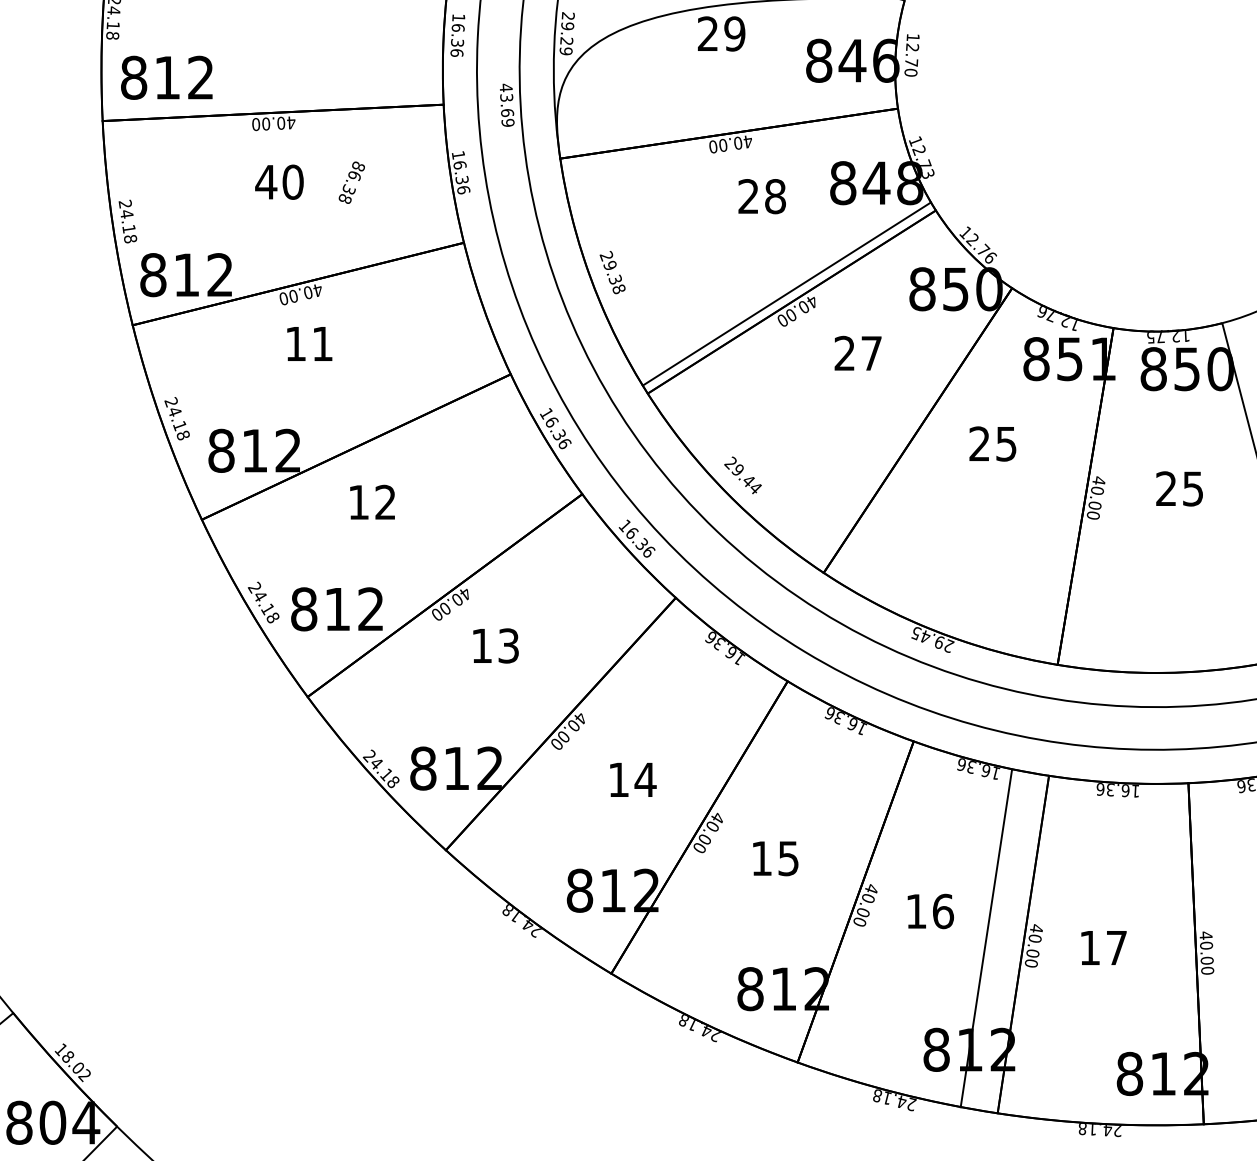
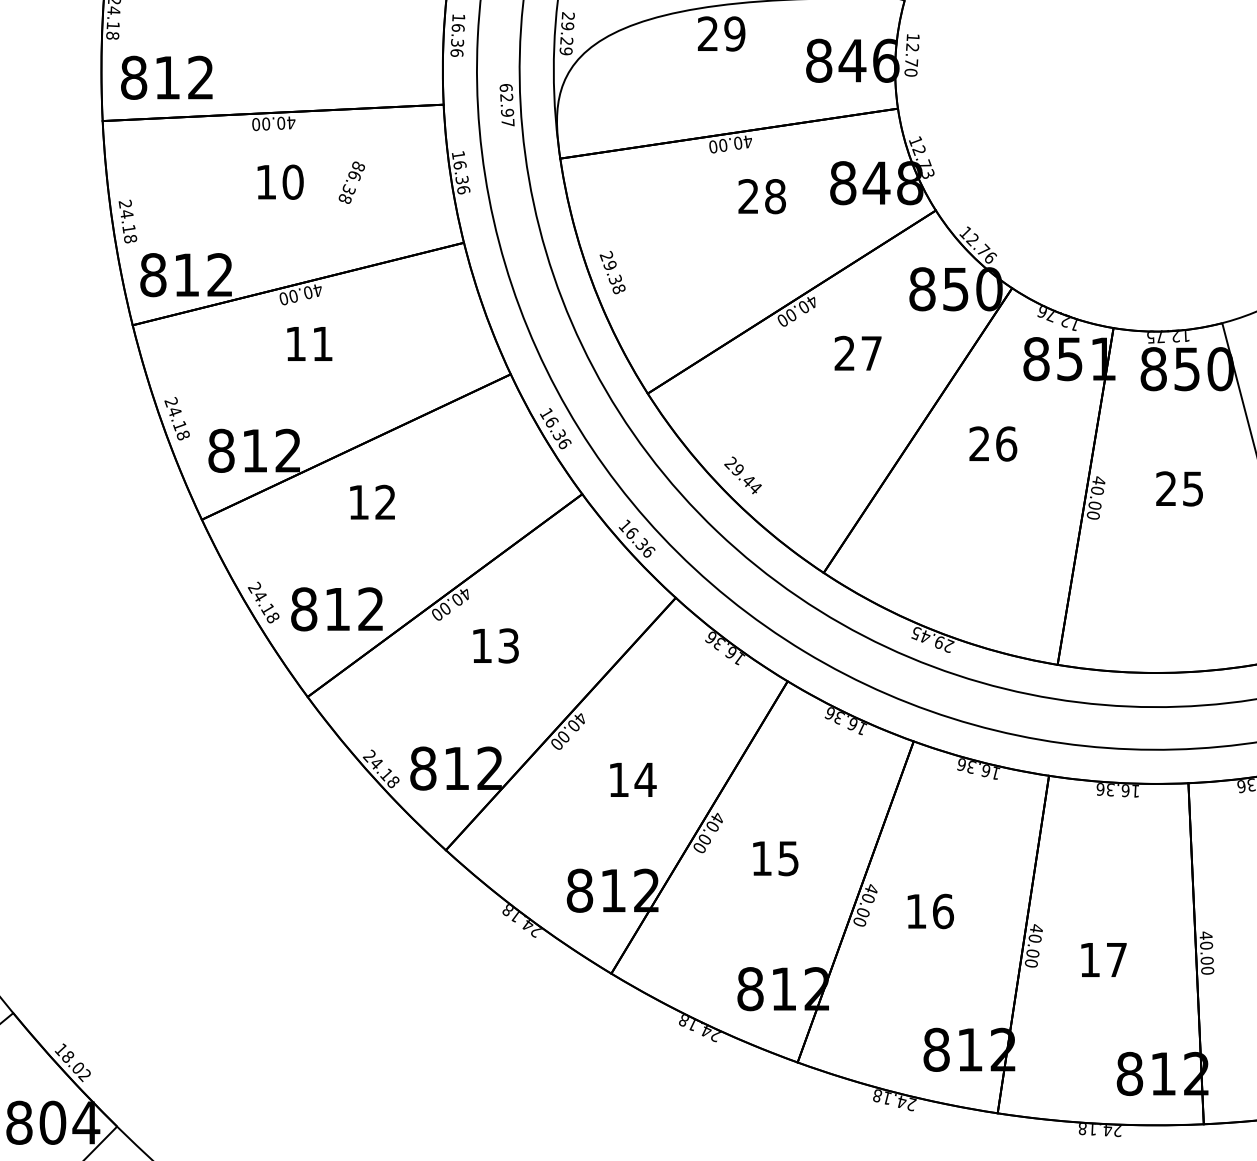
text at (506, 104): 43.69 -> 62.97
text at (266, 182): 40 -> 10
line at (786, 293) position: (786, 293) -> (791, 301)
text at (1006, 443): 25 -> 26
line at (986, 938) position: (986, 938) -> (1023, 944)
text at (1103, 947) position: (1103, 947) -> (1103, 959)
